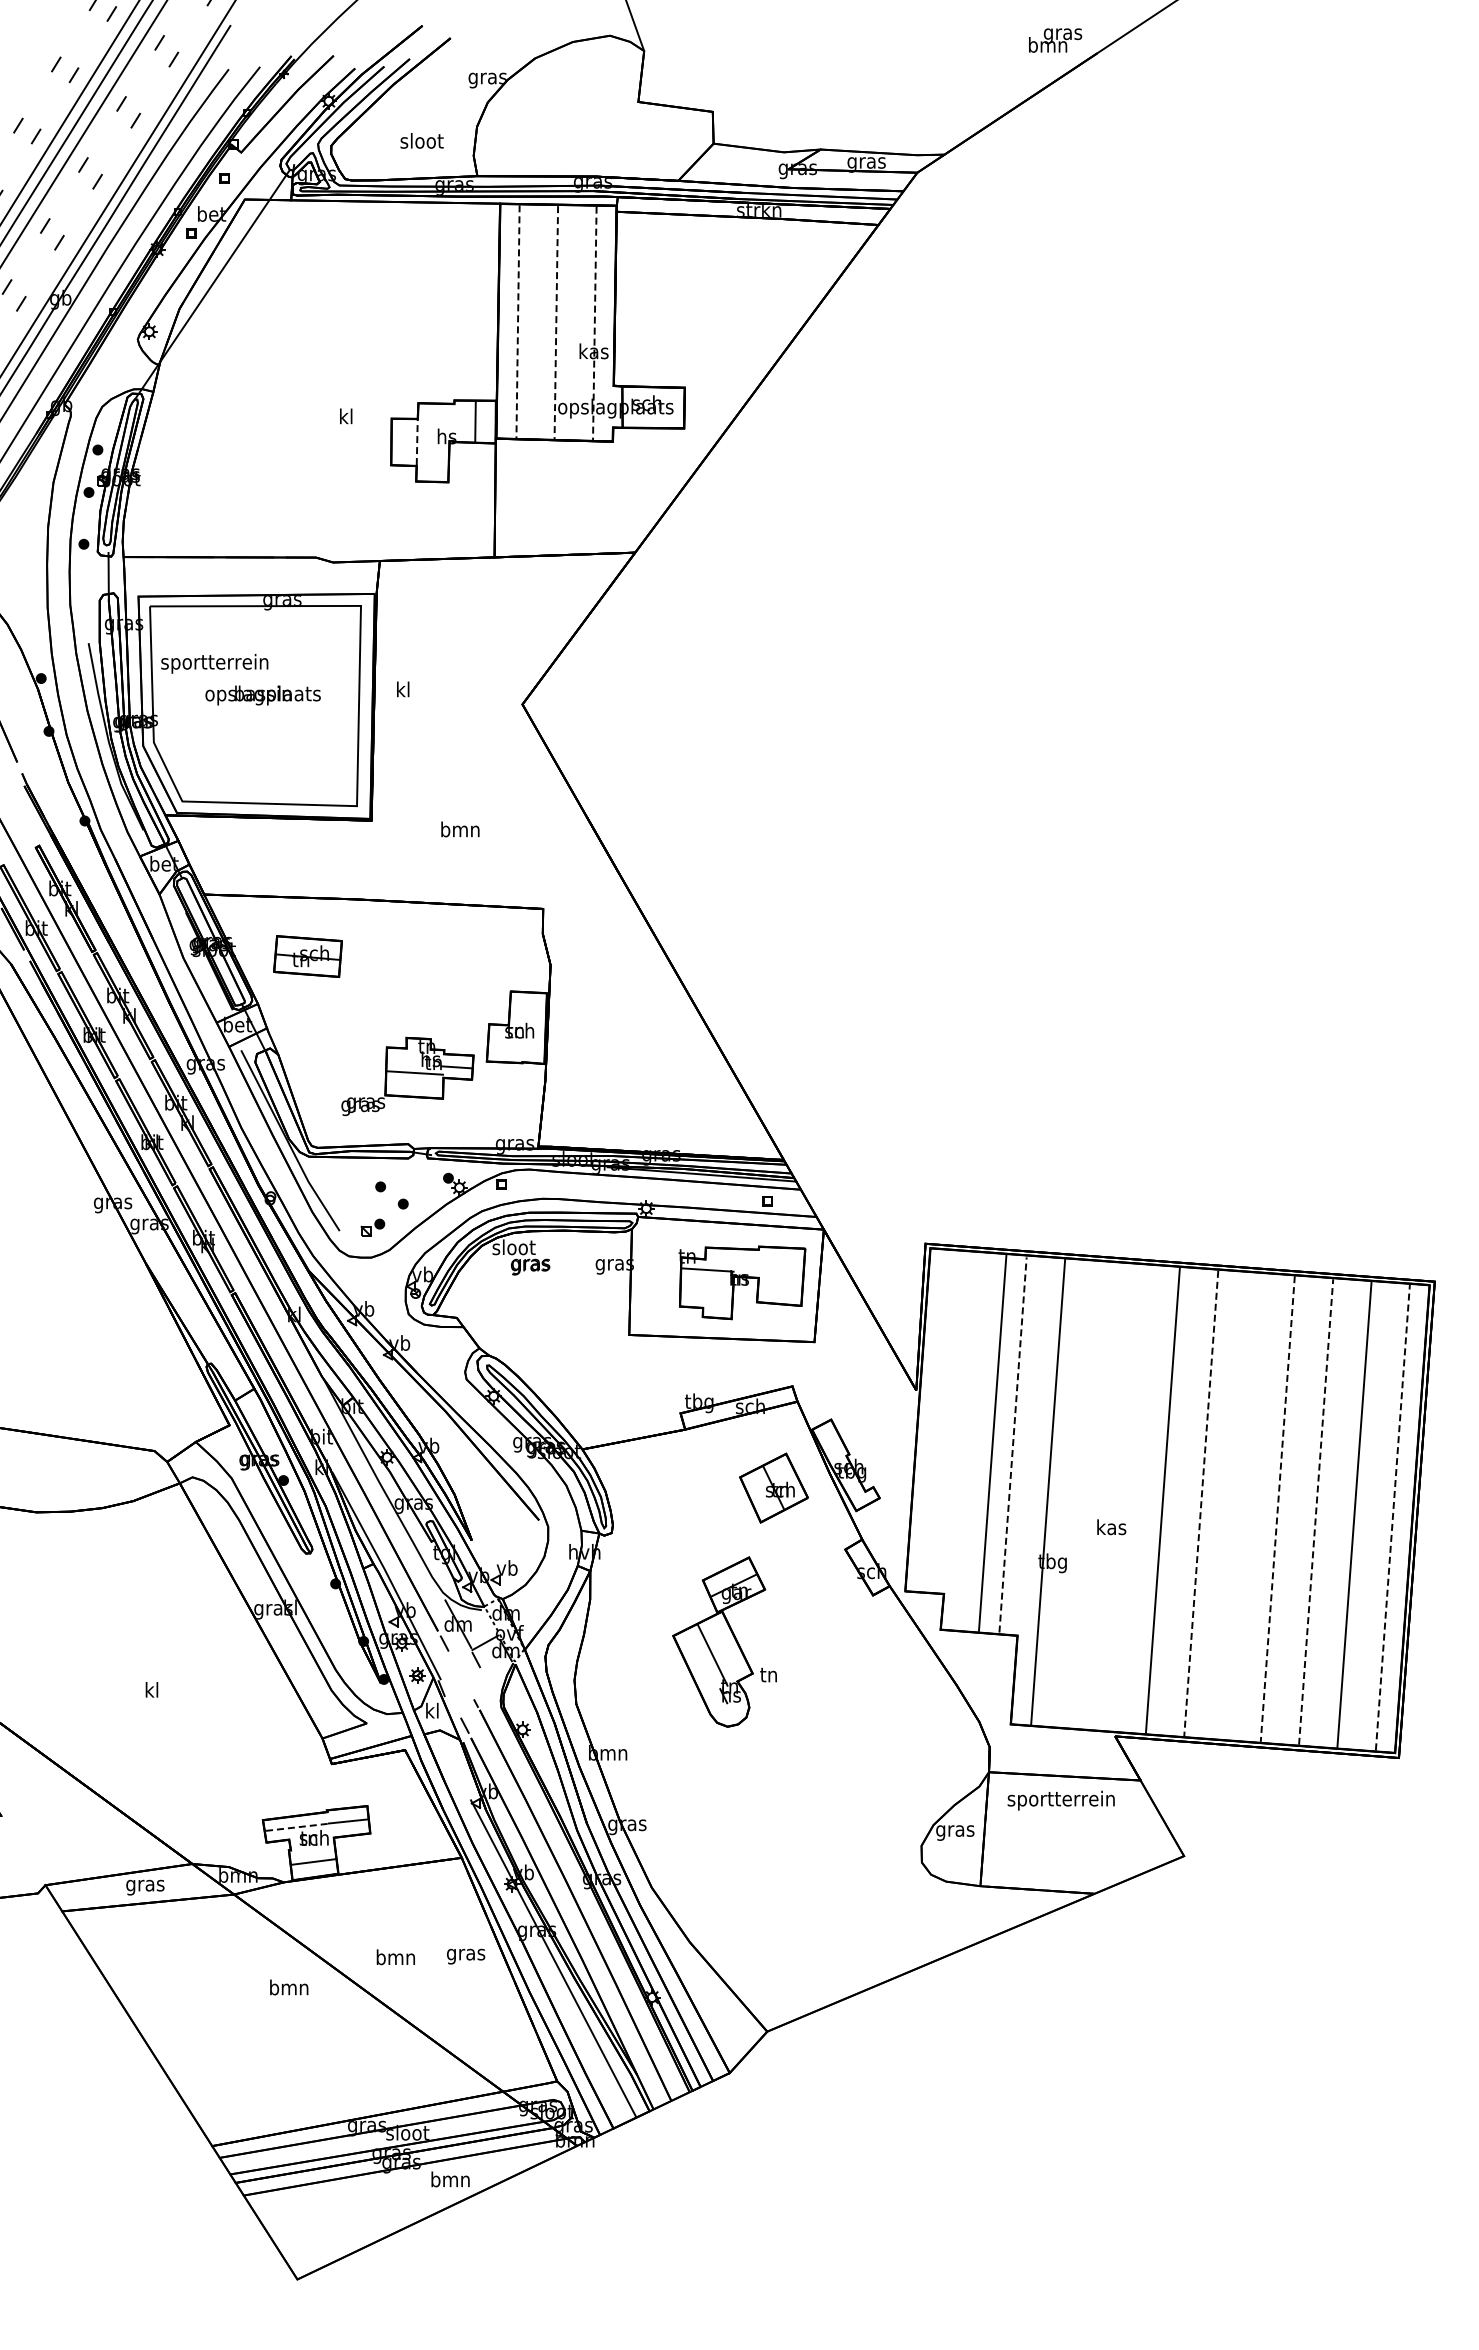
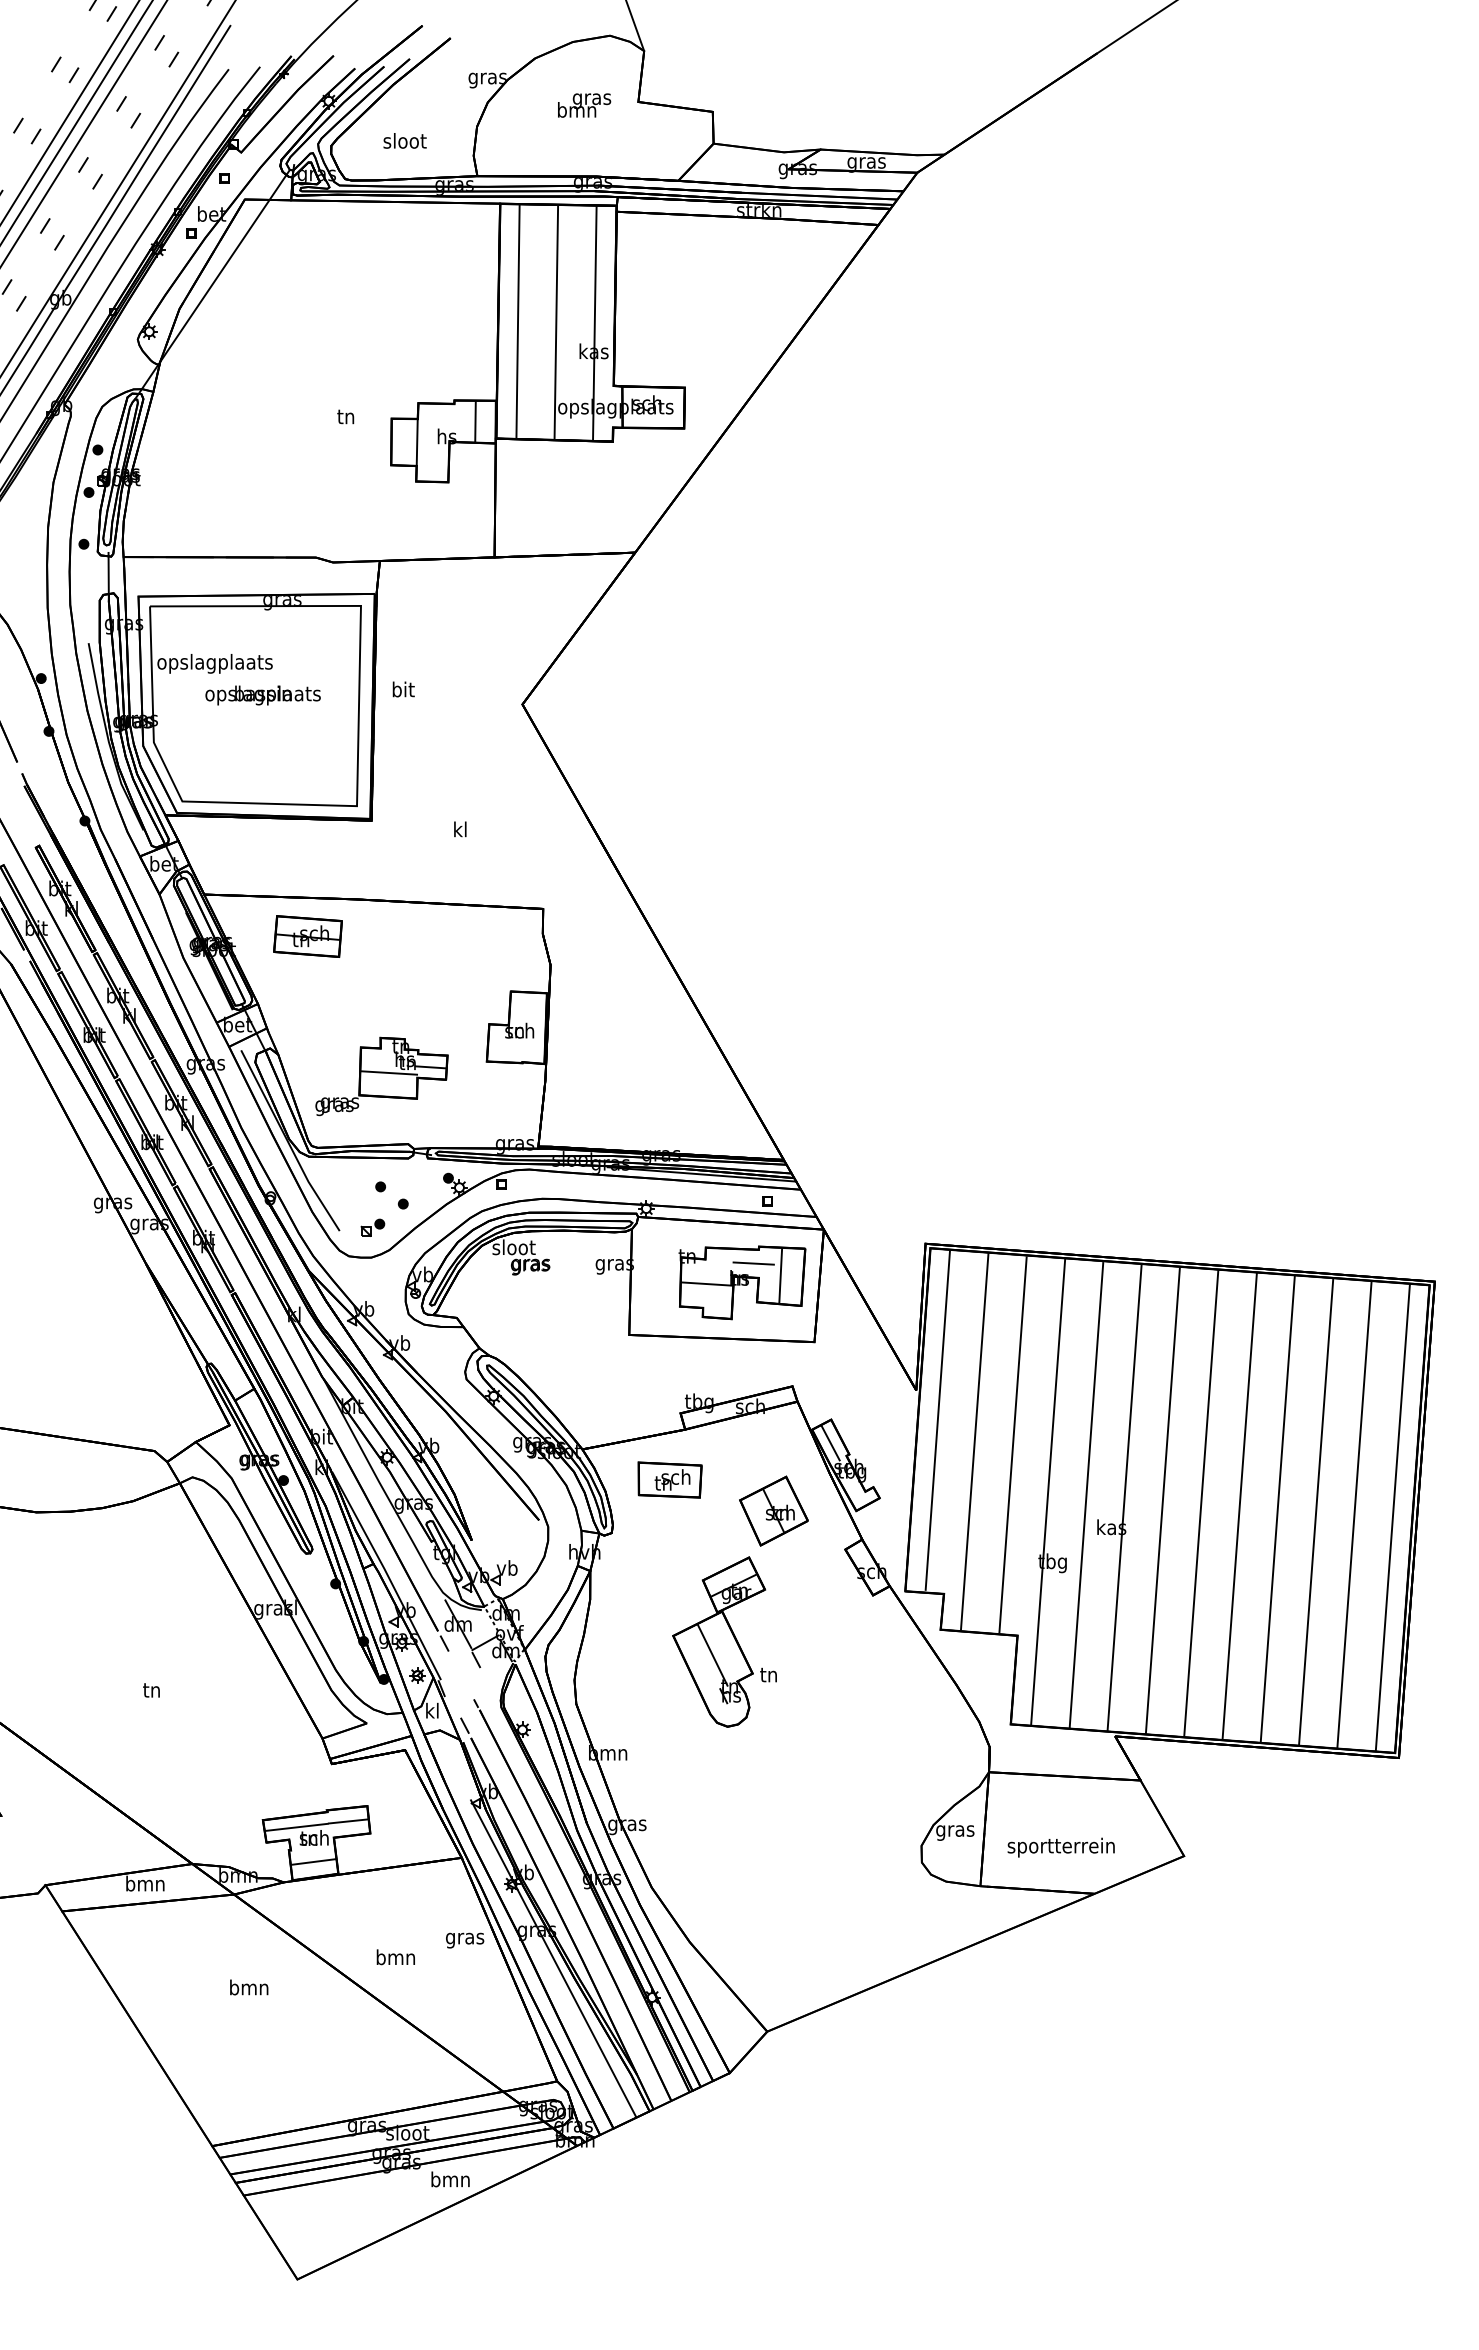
text at (1055, 40) position: (1055, 40) -> (584, 105)
text at (421, 140) position: (421, 140) -> (404, 140)
line at (518, 322): dashed -> solid
line at (556, 322): dashed -> solid
line at (594, 323): dashed -> solid
text at (345, 416): kl -> tn
line at (417, 442): dashed -> solid
text at (214, 663): sportterrein -> opslagplaats
text at (403, 689): kl -> bit
text at (460, 829): bmn -> kl
part at (307, 956) position: (307, 956) -> (307, 936)
part at (407, 1076) position: (407, 1076) -> (381, 1076)
line at (753, 1263): none -> present
line at (707, 1269) position: (707, 1269) -> (706, 1283)
line at (780, 1275): none -> present
line at (937, 1420): none -> present
line at (992, 1442) position: (992, 1442) -> (974, 1441)
line at (830, 1443): none -> present
line at (1013, 1444): dashed -> solid
part at (669, 1479): none -> present
part at (773, 1487) position: (773, 1487) -> (773, 1510)
line at (1086, 1495): none -> present
line at (1124, 1497): none -> present
line at (1201, 1503): dashed -> solid
line at (1239, 1506): none -> present
line at (1277, 1509): dashed -> solid
line at (1316, 1511): dashed -> solid
line at (1392, 1517): dashed -> solid
text at (151, 1689): kl -> tn
text at (1060, 1800) position: (1060, 1800) -> (1060, 1847)
line at (295, 1827): dashed -> solid
text at (145, 1885): gras -> bmn
text at (466, 1956) position: (466, 1956) -> (465, 1940)
text at (289, 1987) position: (289, 1987) -> (249, 1987)
